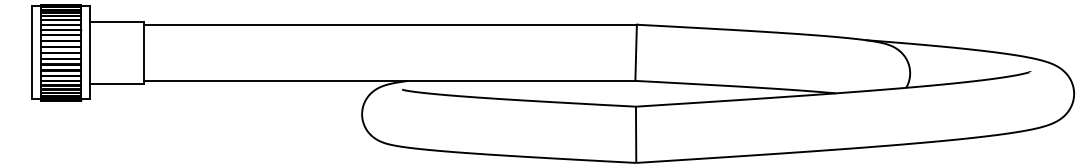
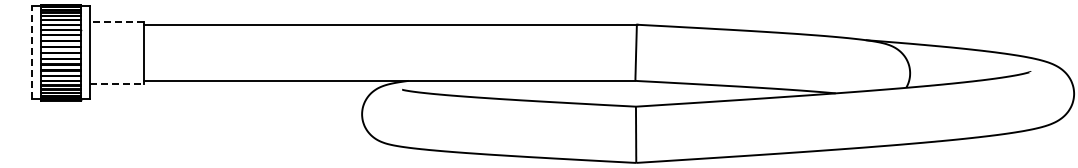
line at (116, 22): solid -> dashed
line at (32, 52): solid -> dashed
line at (117, 83): solid -> dashed
